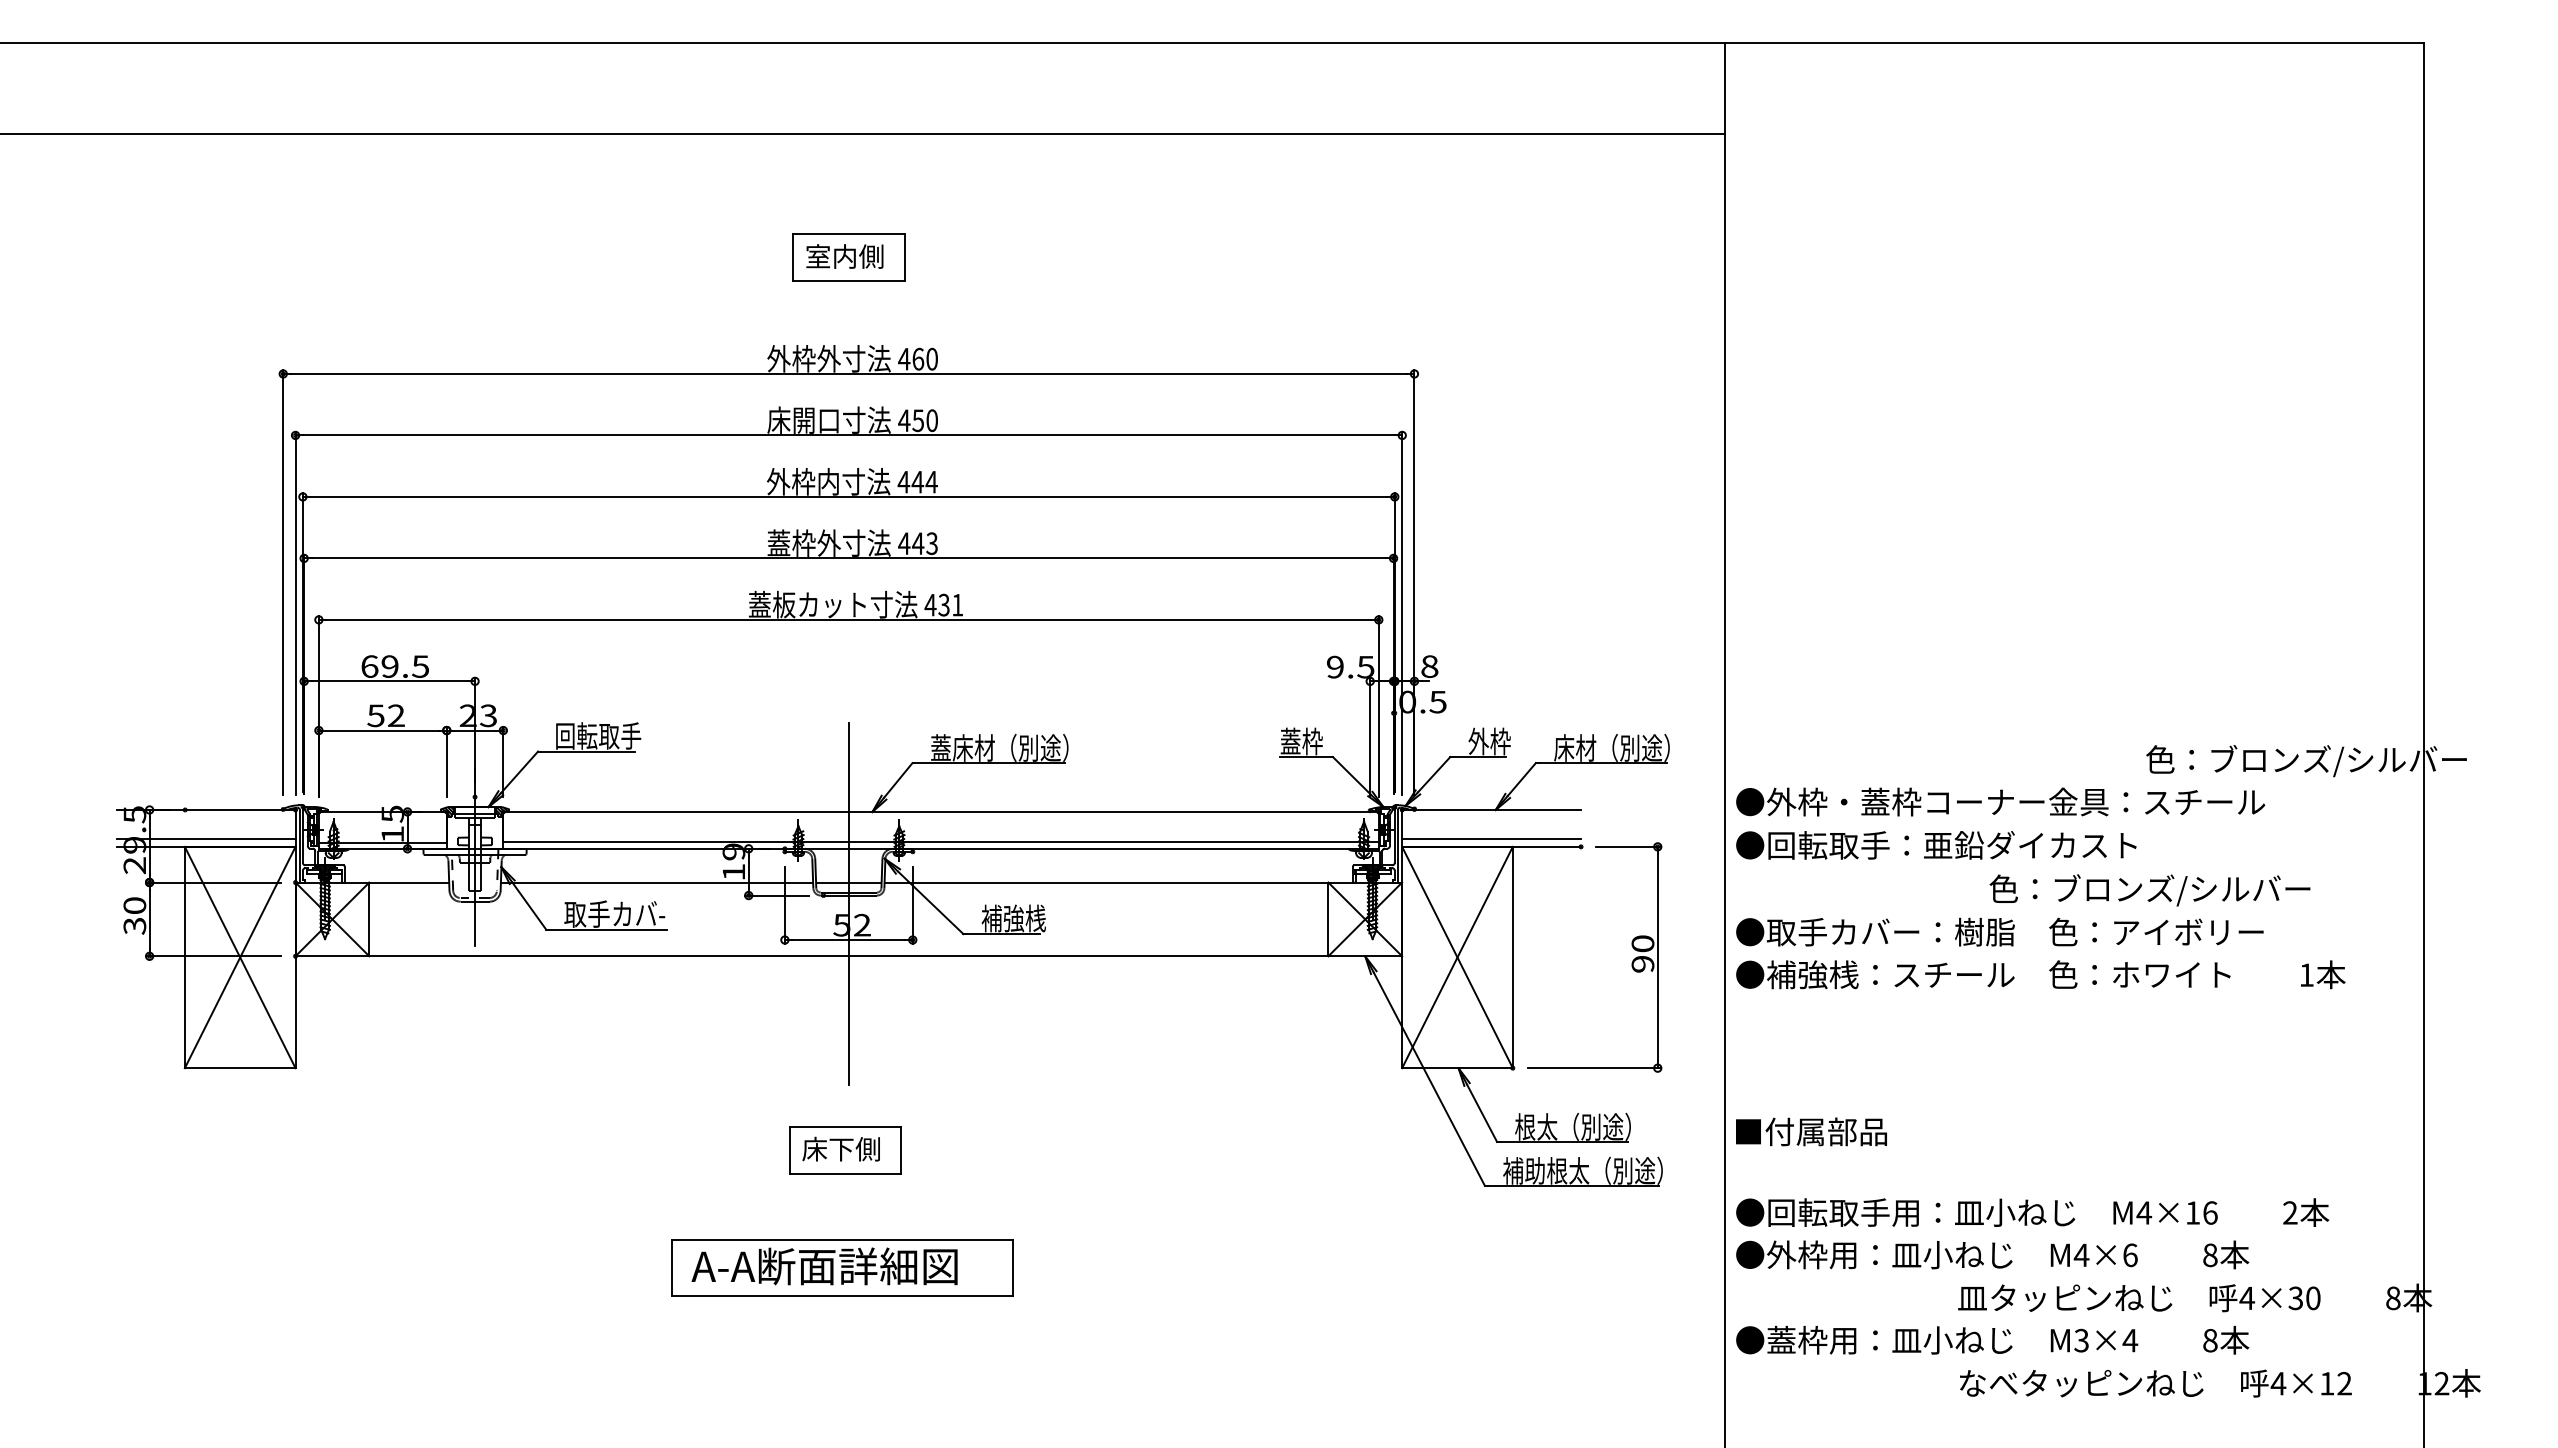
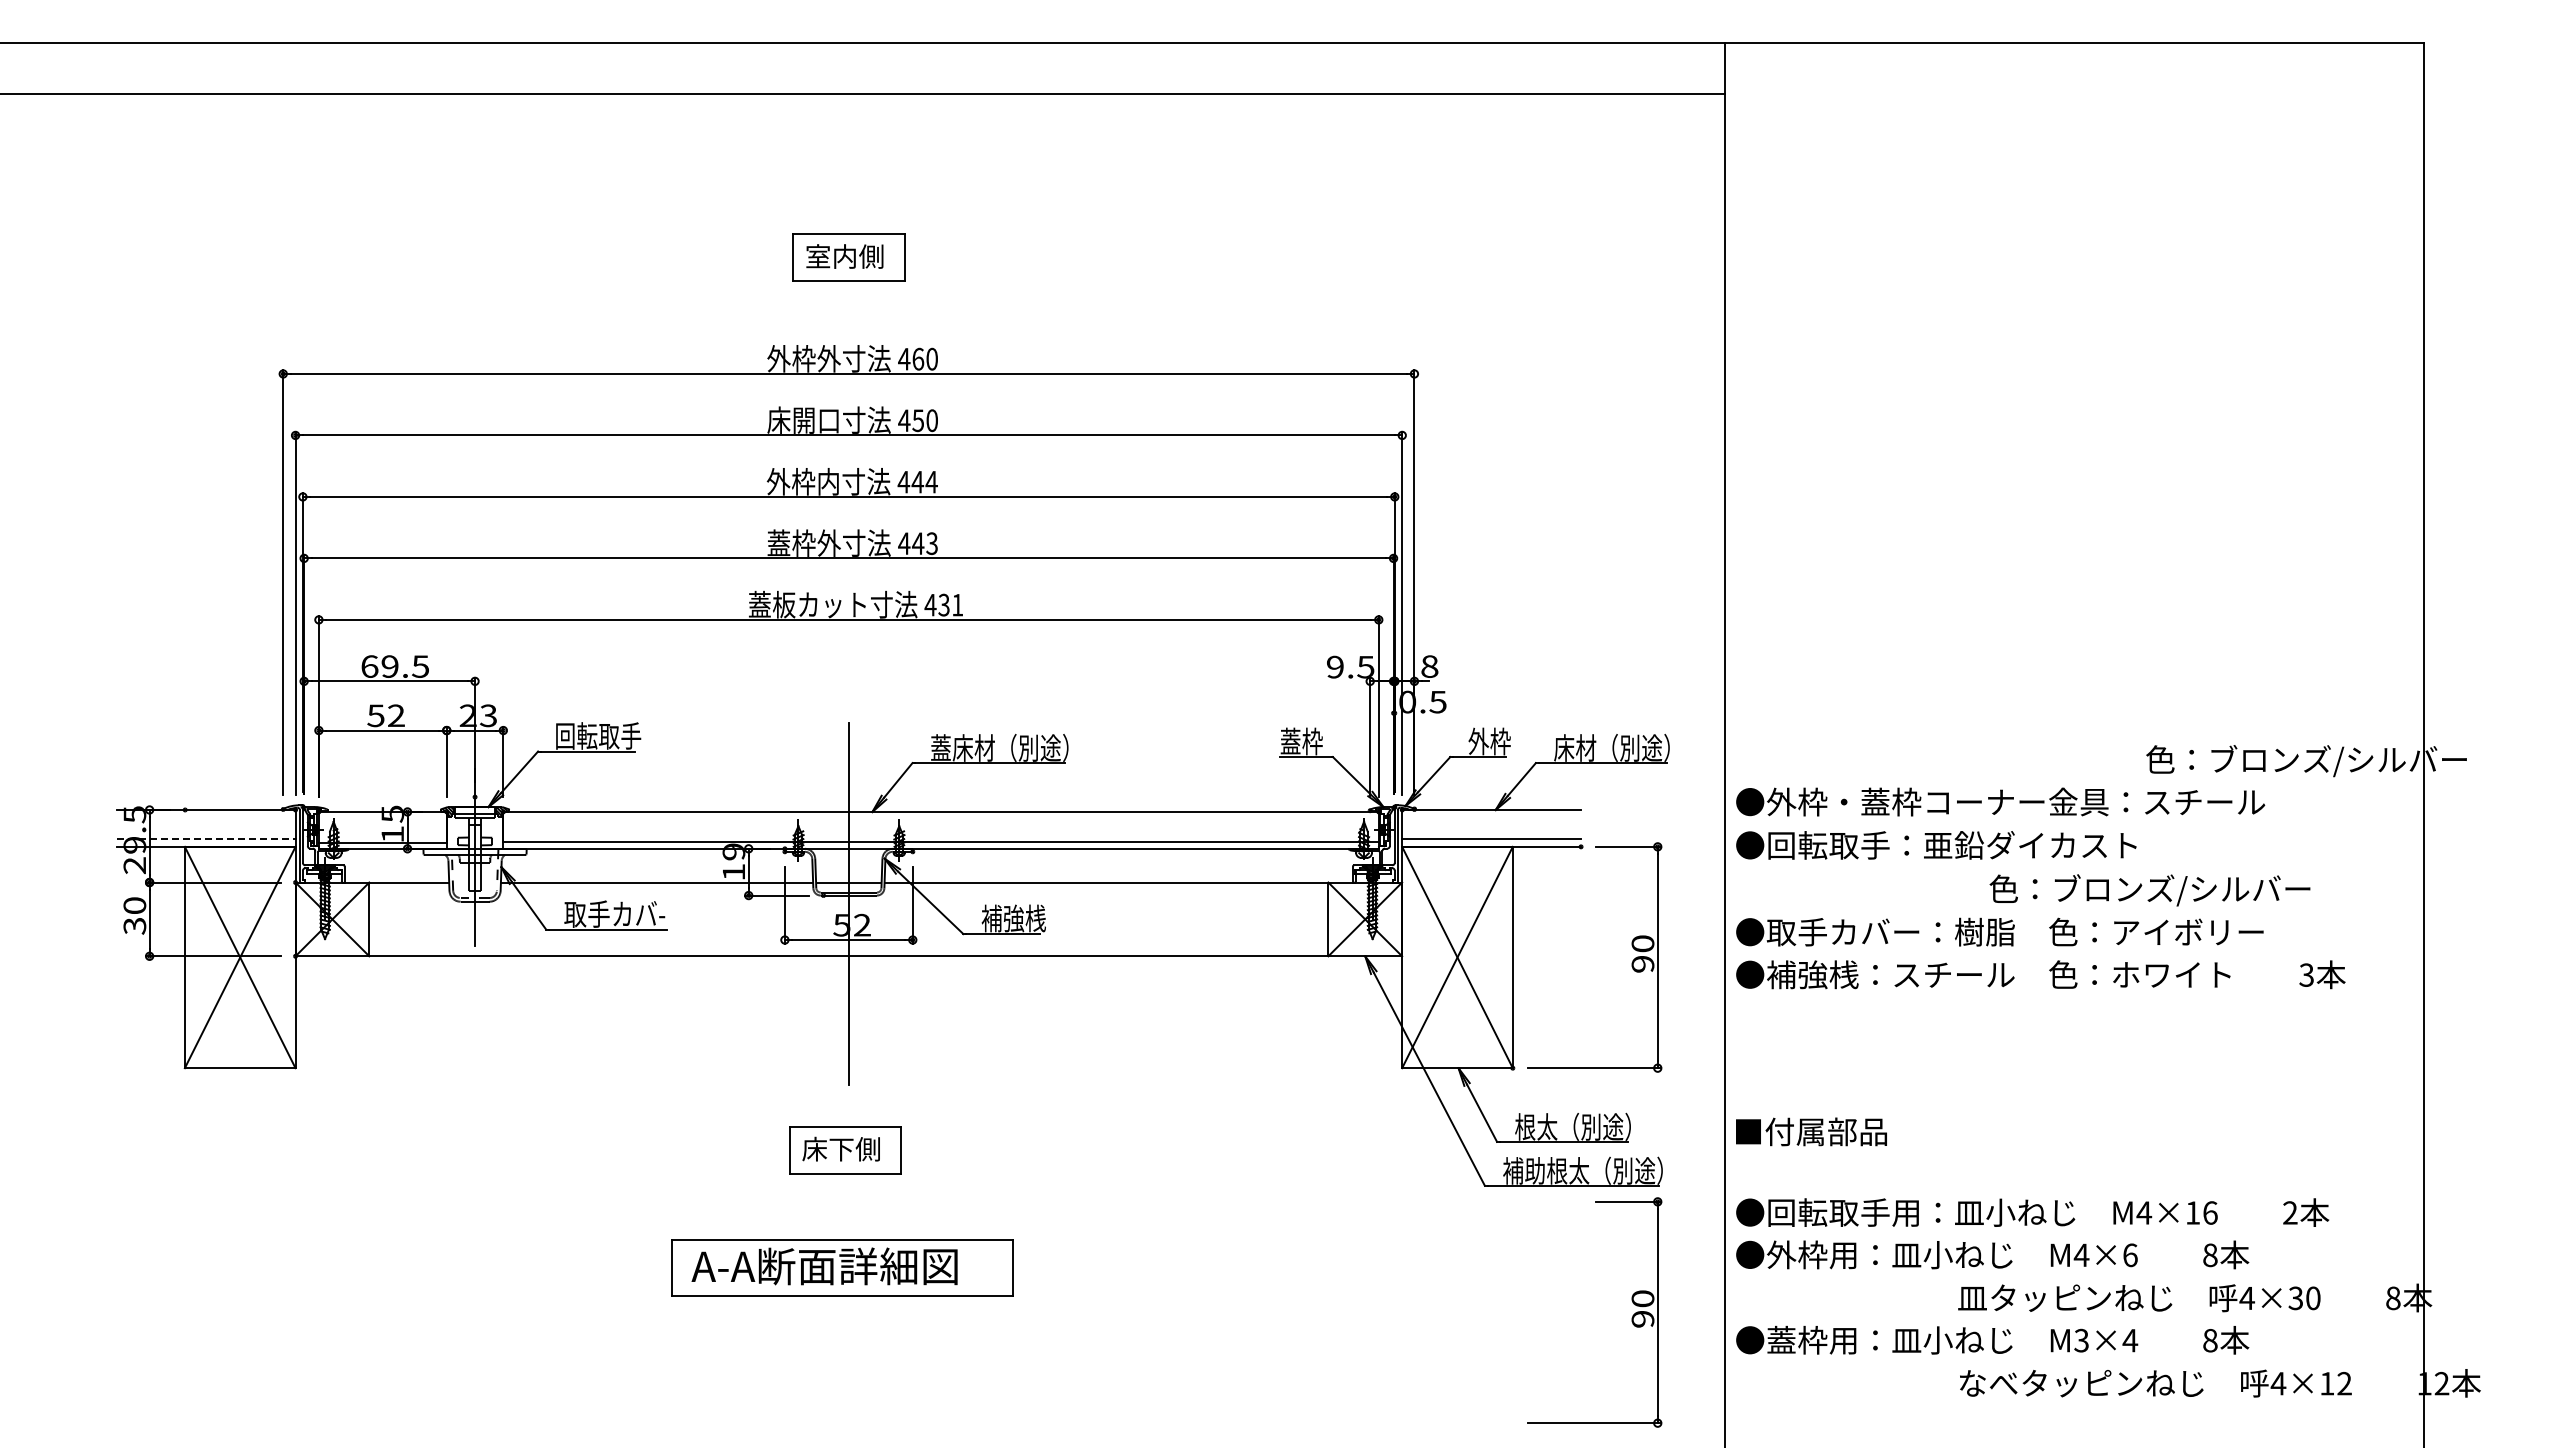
line at (863, 134) position: (863, 134) -> (863, 94)
line at (206, 839): solid -> dashed
text at (2306, 974): 1 -> 3
part at (1631, 1318): none -> present
